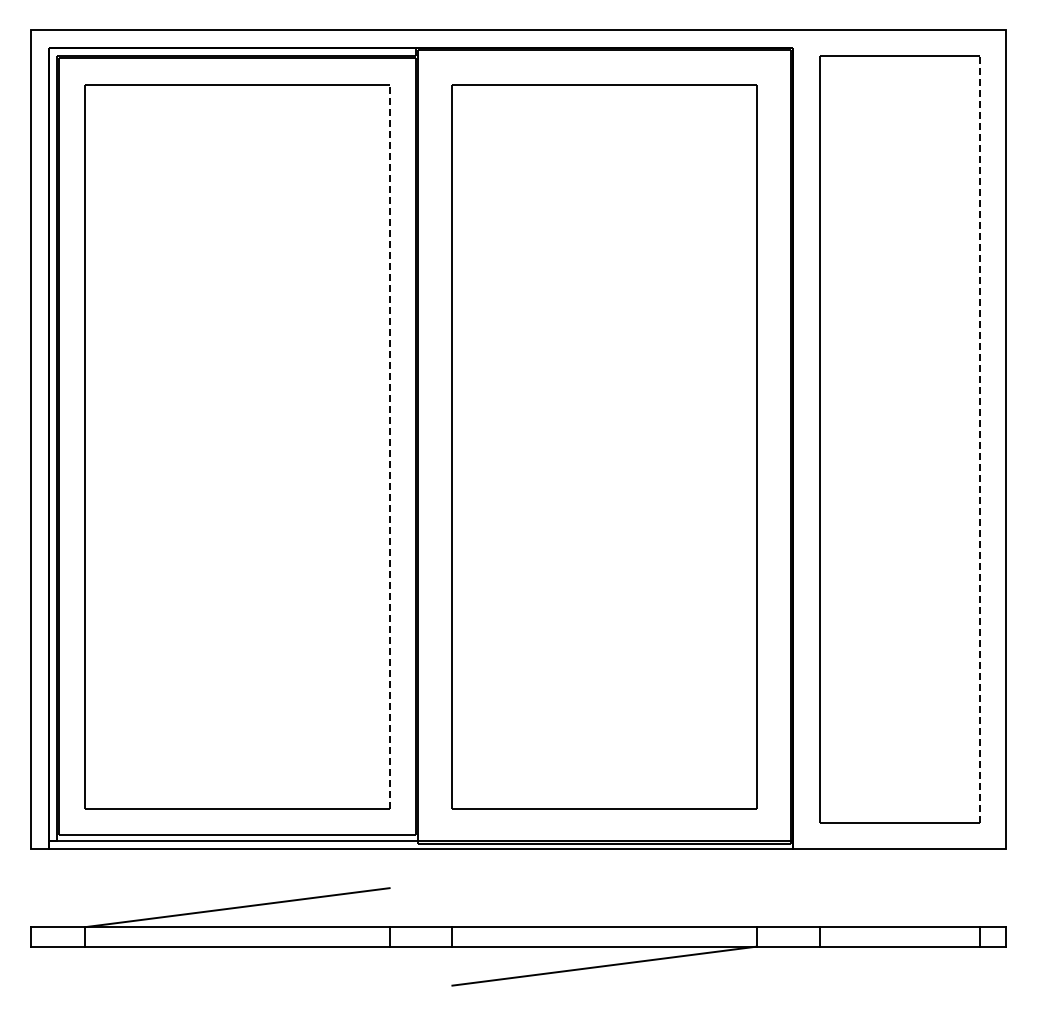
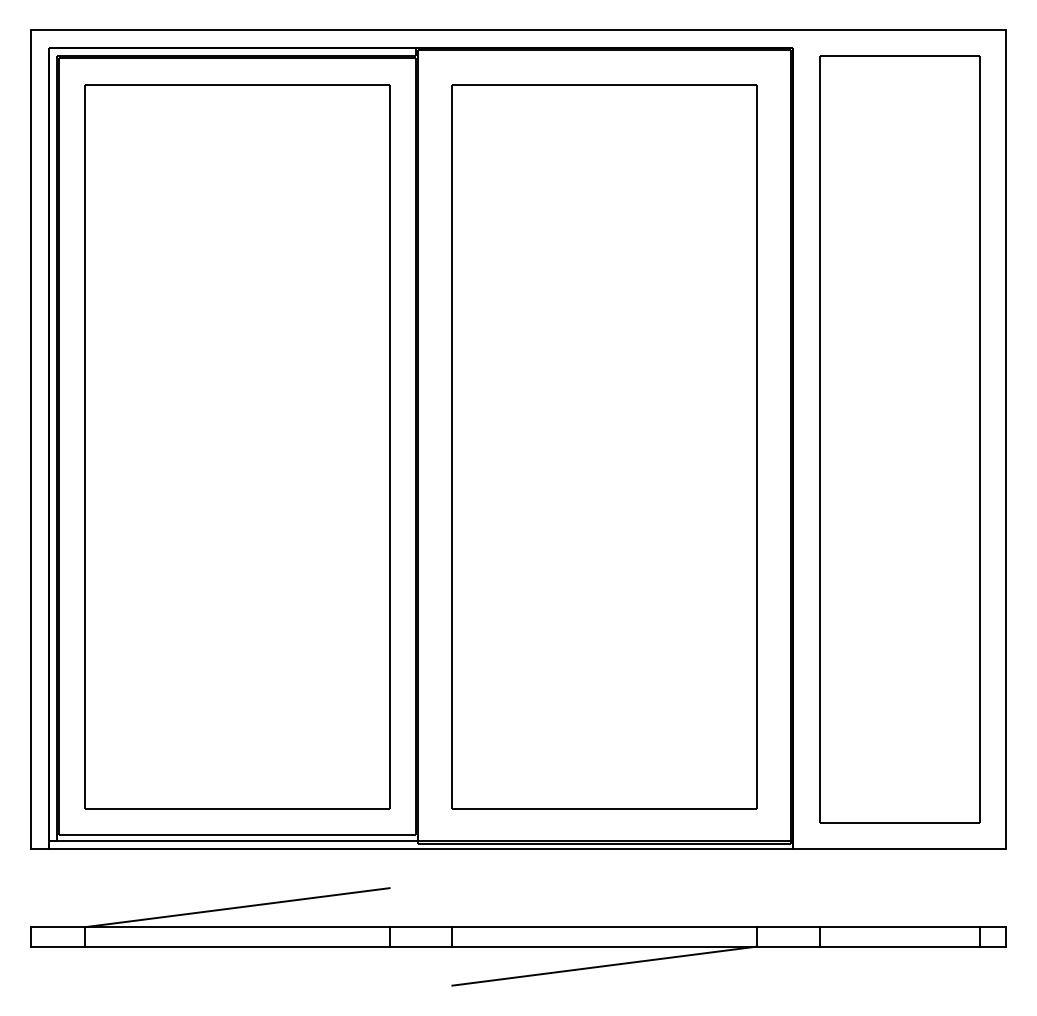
line at (979, 439): dashed -> solid
line at (389, 446): dashed -> solid
